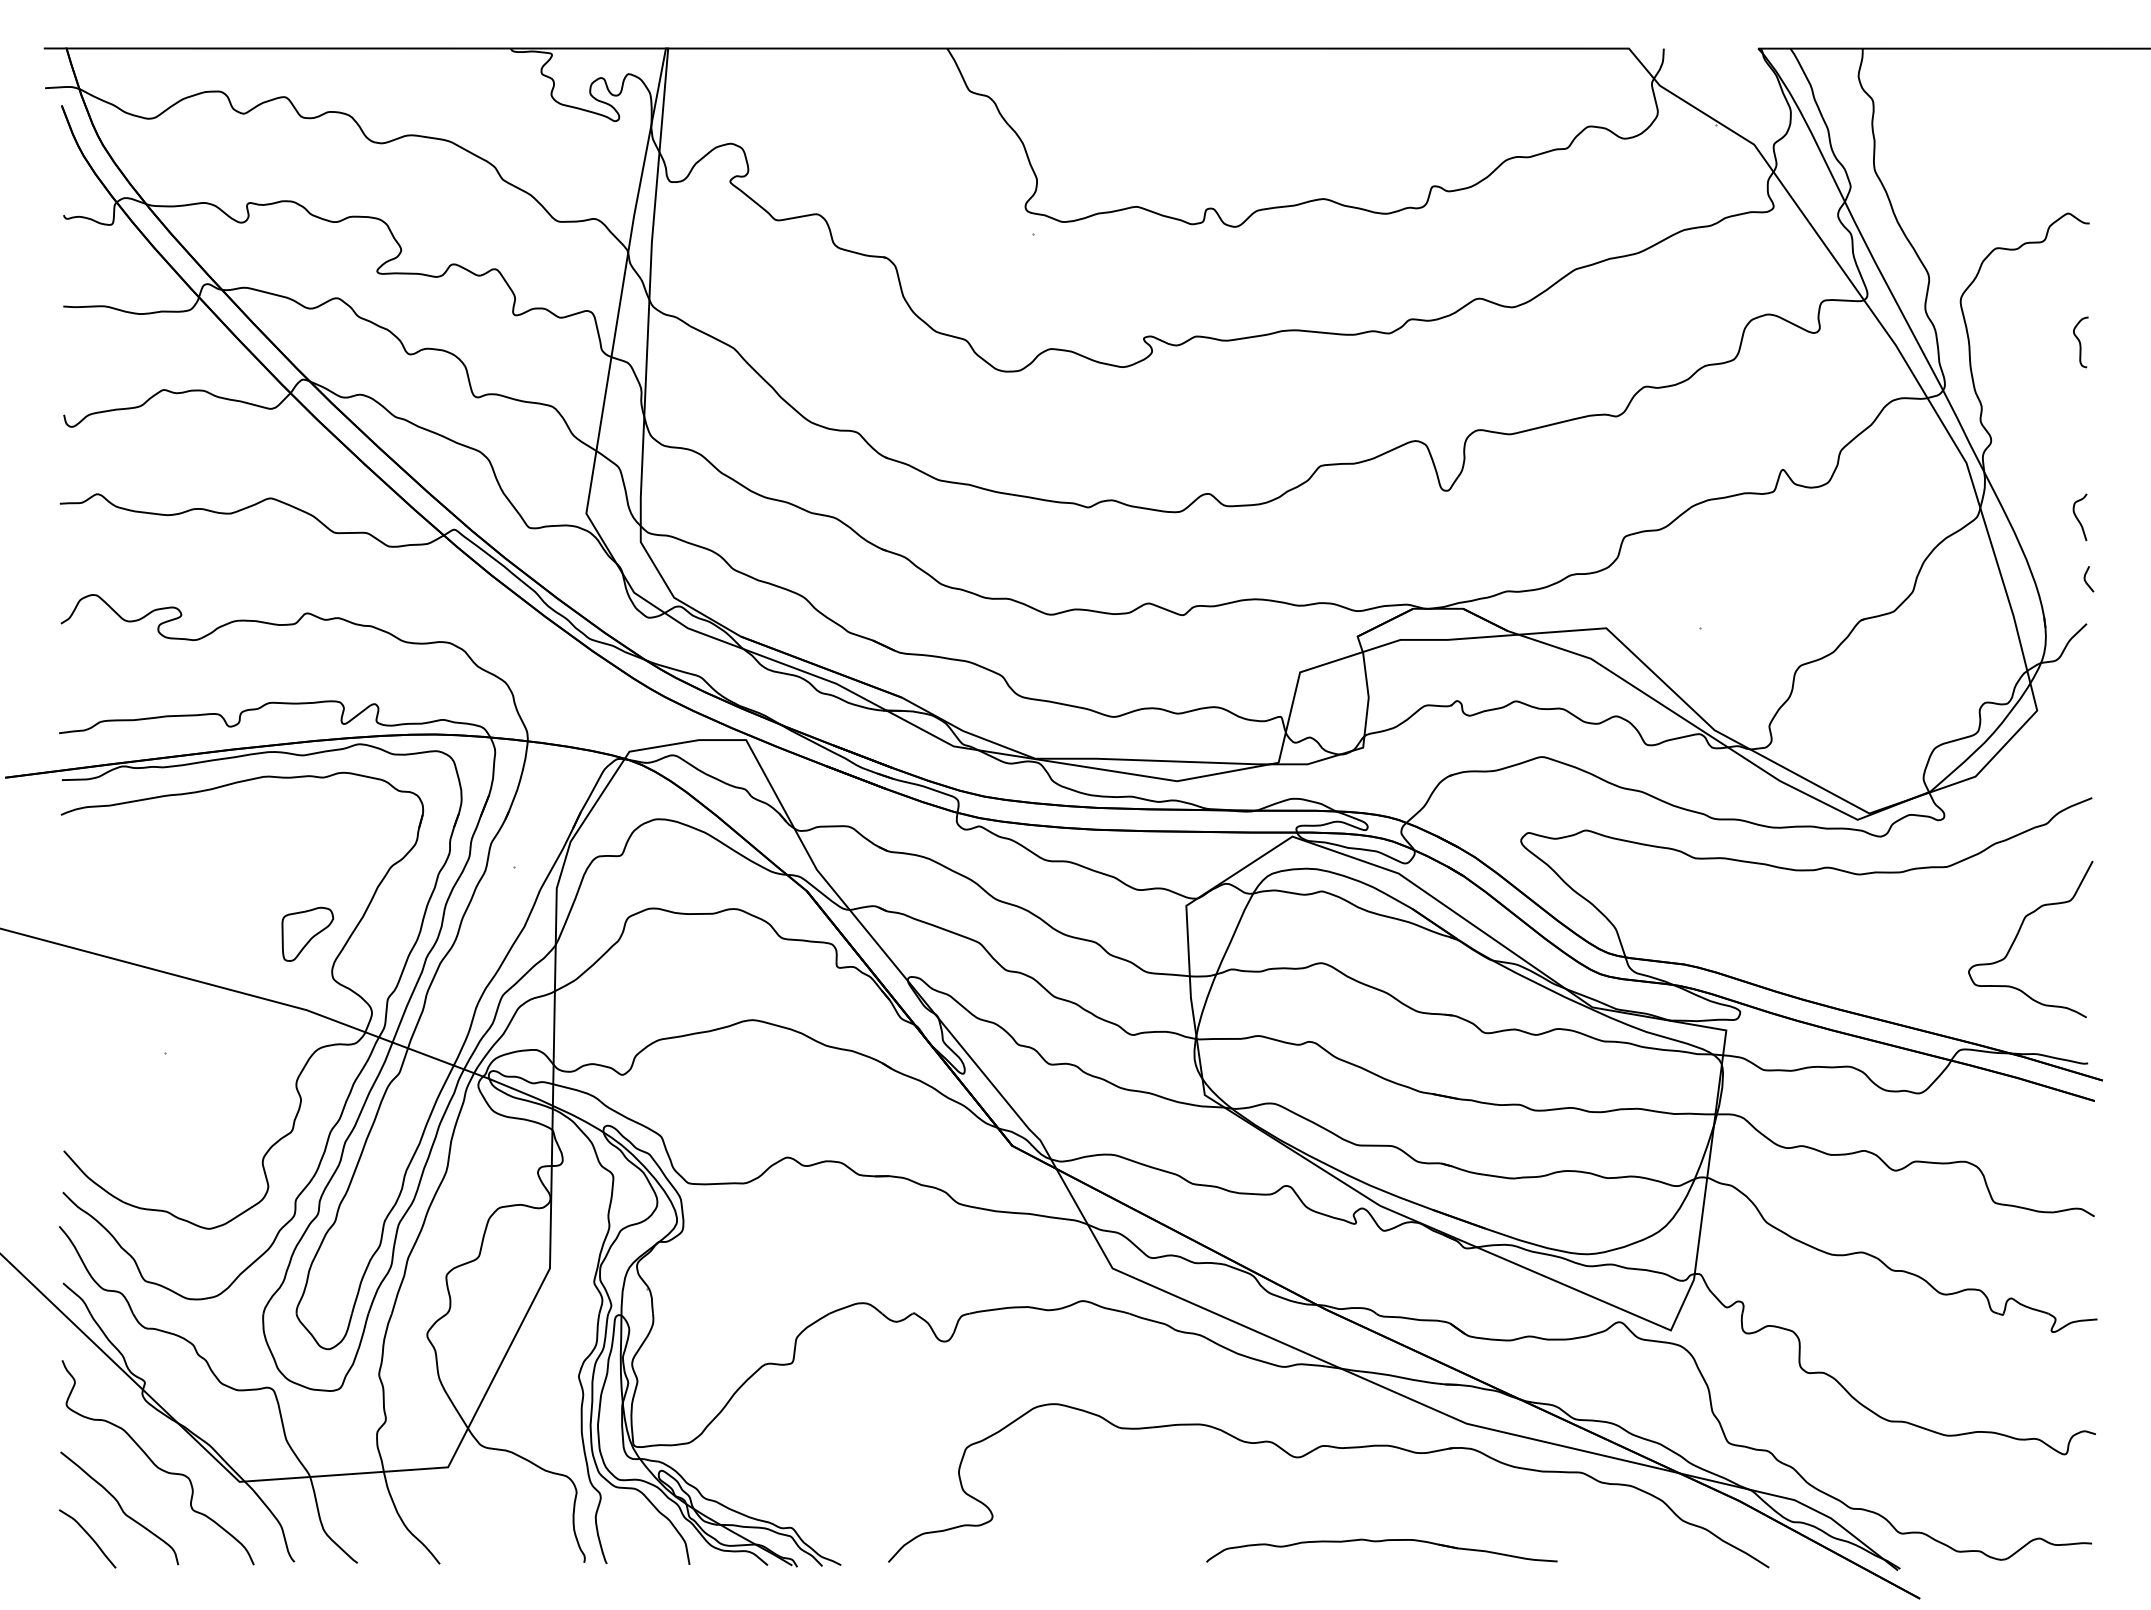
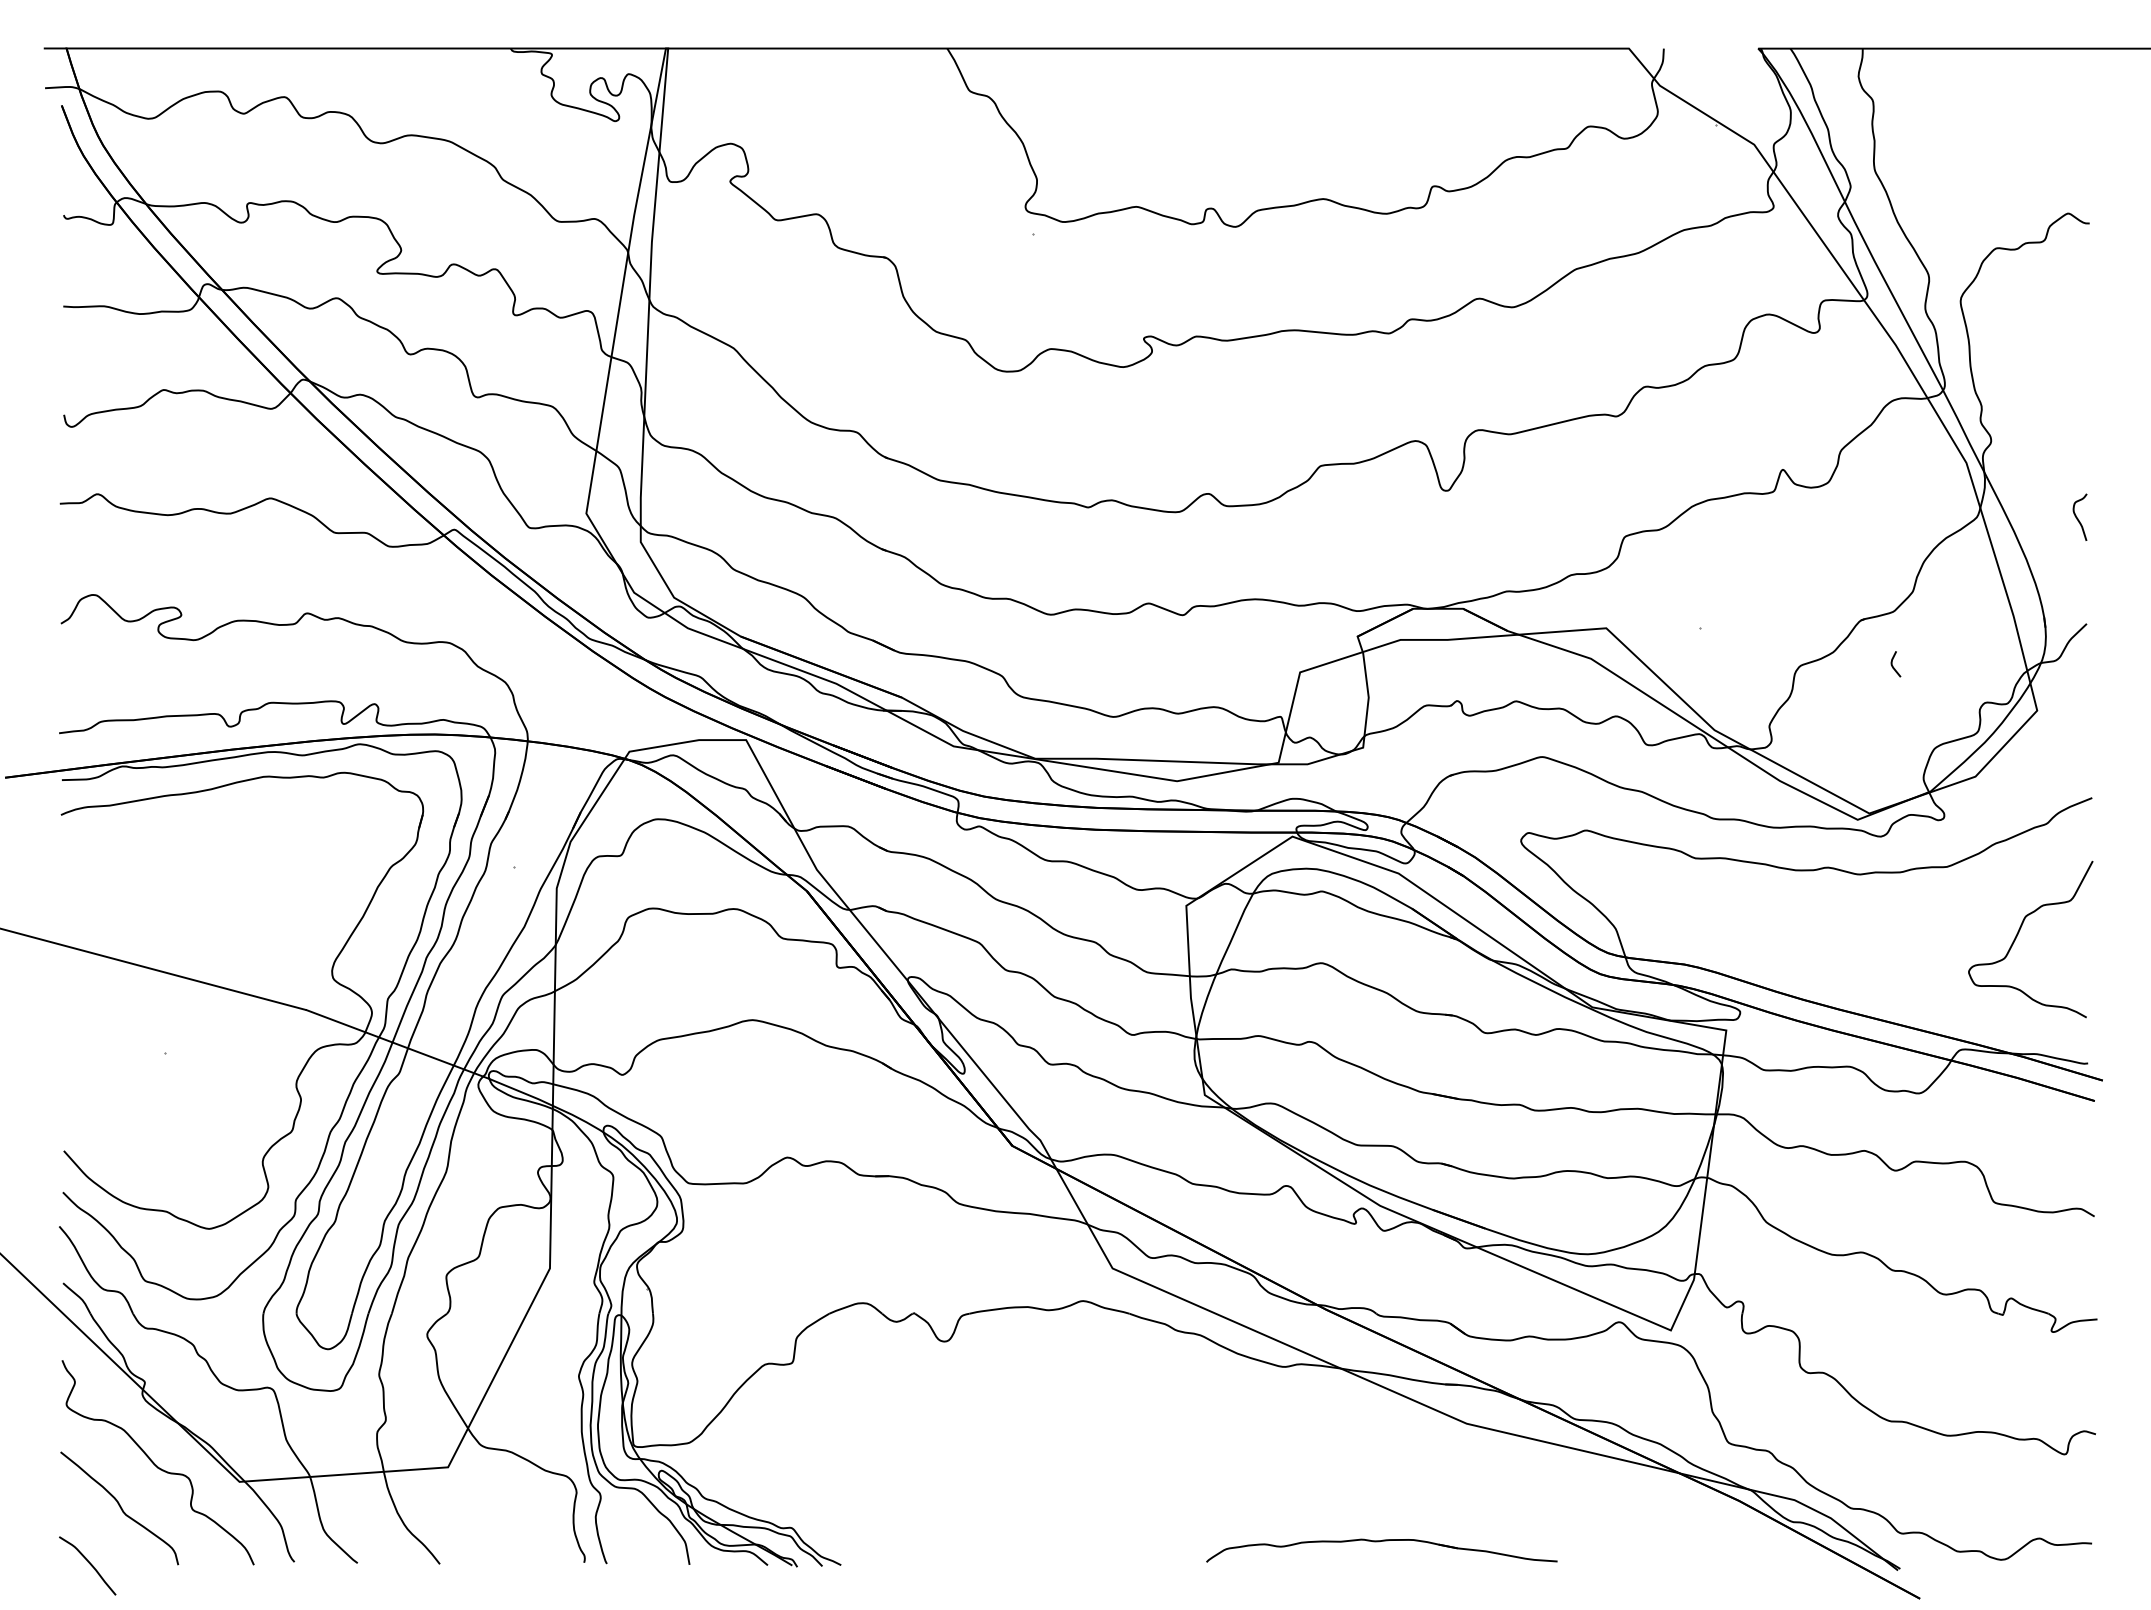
curve at (2080, 342): present -> none
curve at (2086, 580) position: (2086, 580) -> (1893, 665)
part at (307, 933): present -> none
part at (1310, 1453): present -> none
curve at (88, 1536) position: (88, 1536) -> (88, 1563)
